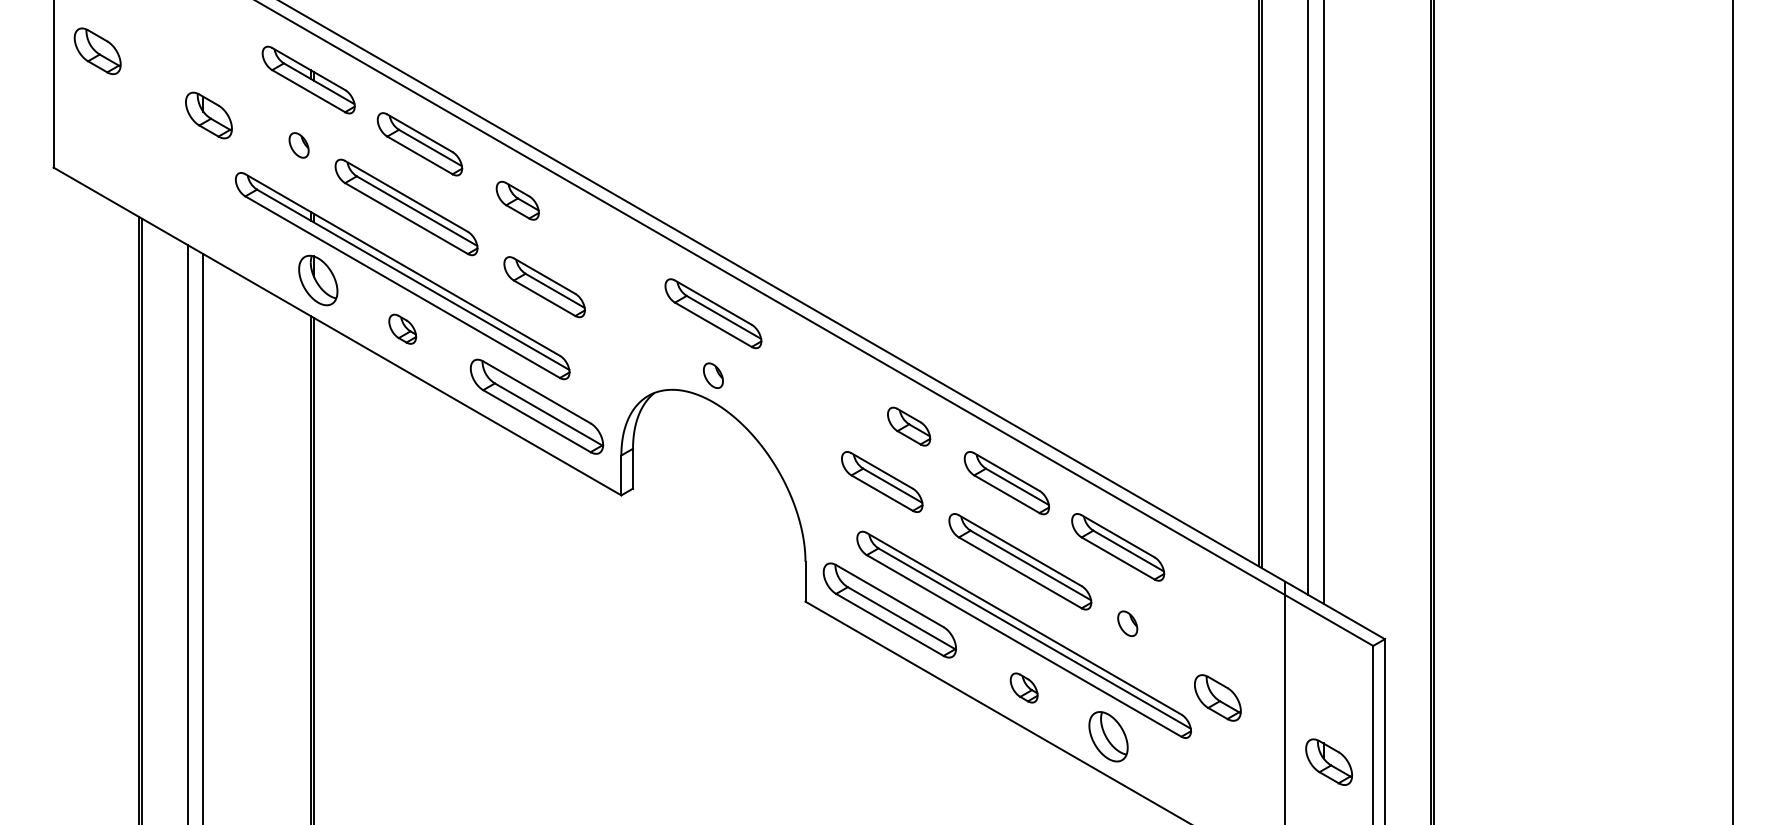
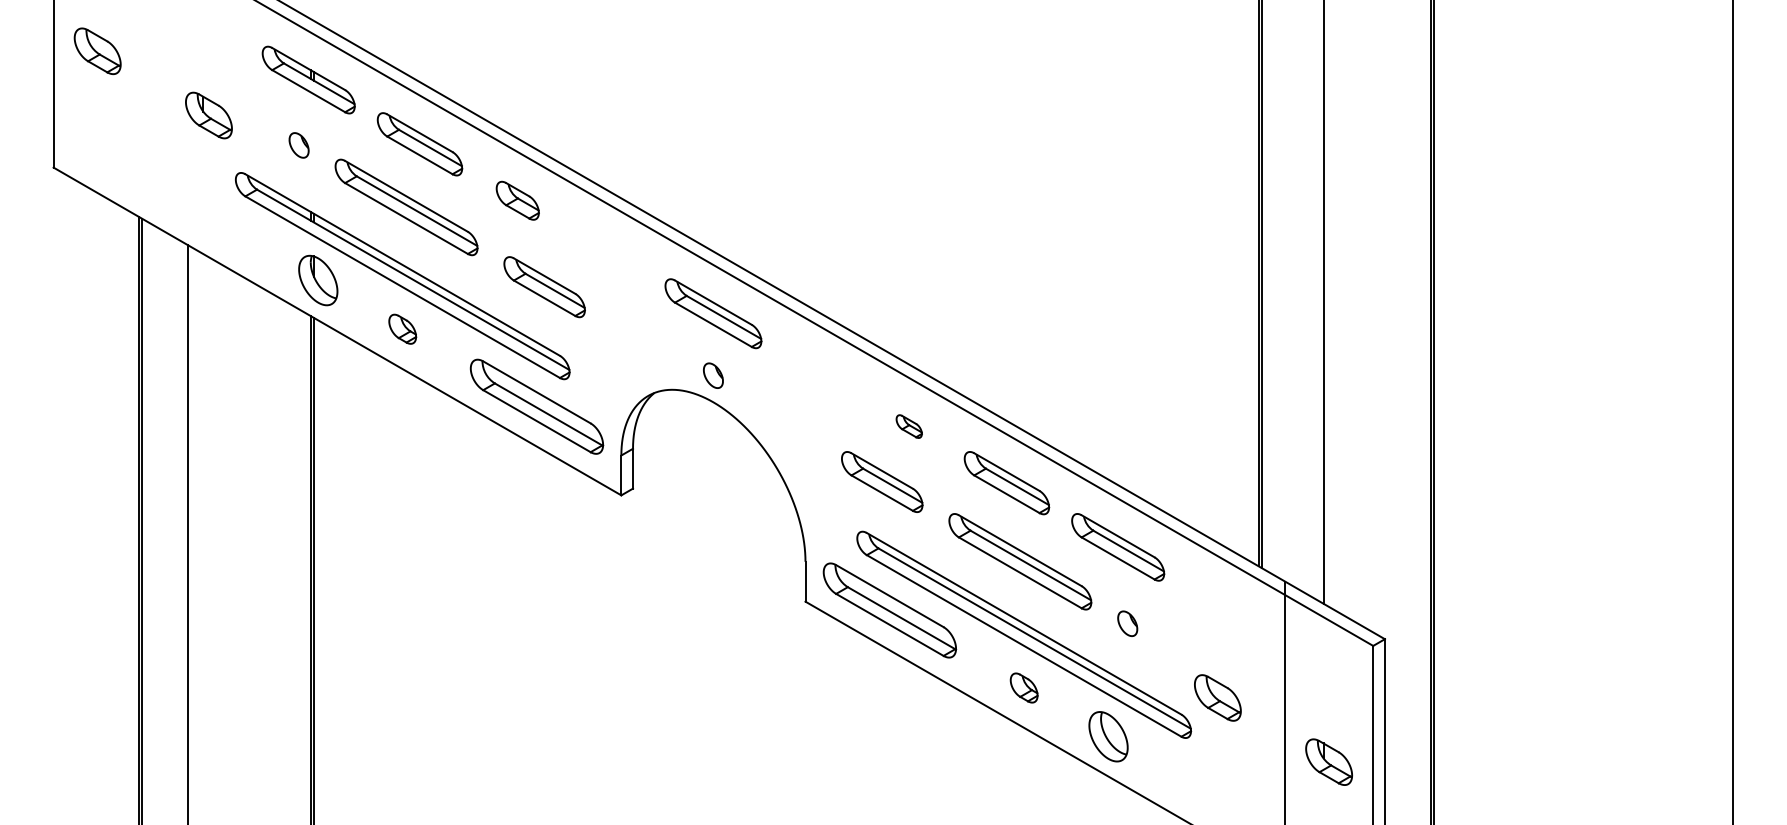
line at (1308, 298): present -> none
part at (909, 426) size: 45x41 px -> 28x25 px
line at (203, 537): present -> none
